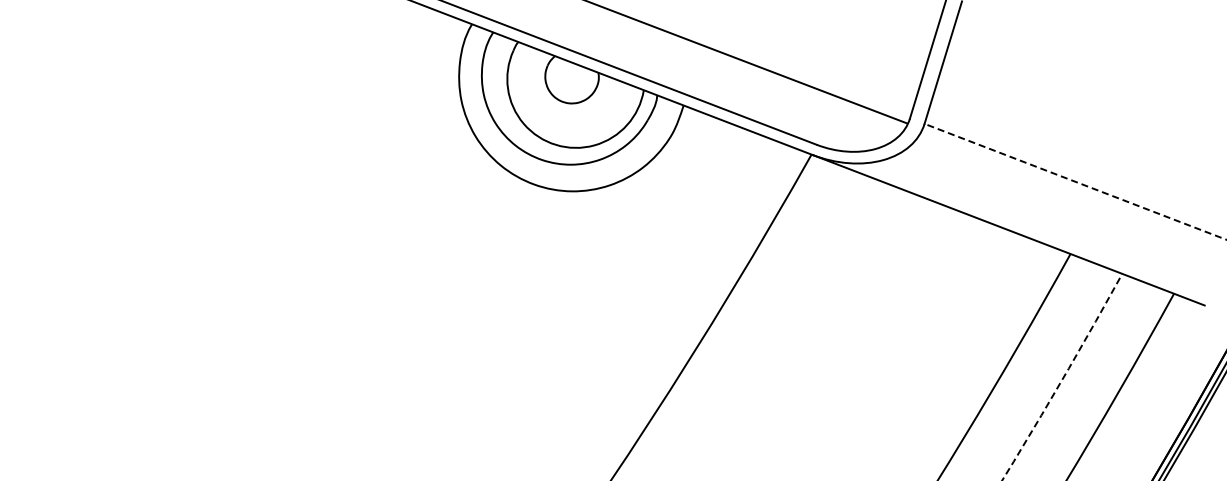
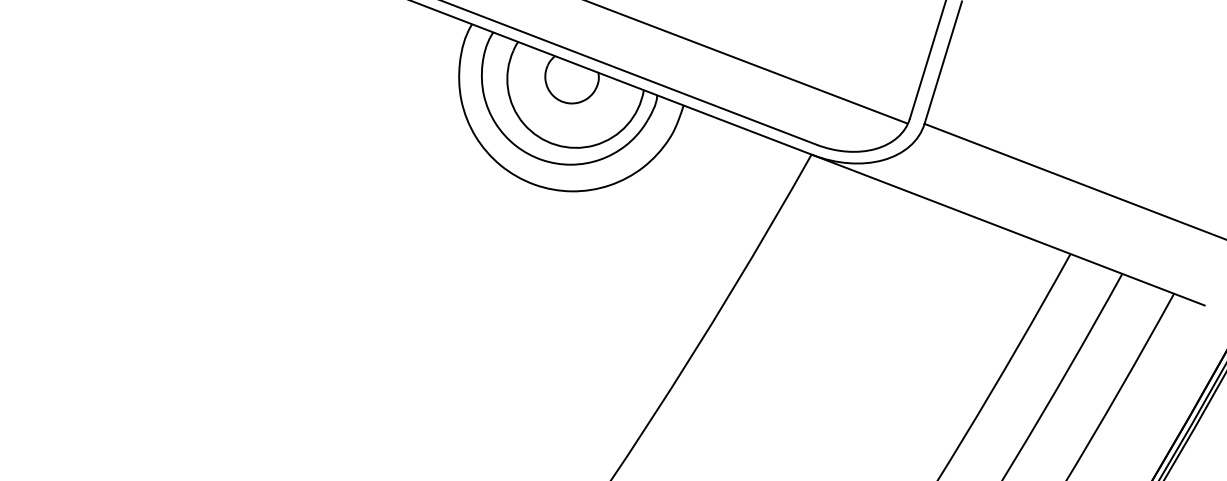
line at (1075, 181): dashed -> solid
arc at (1063, 377): dashed -> solid
